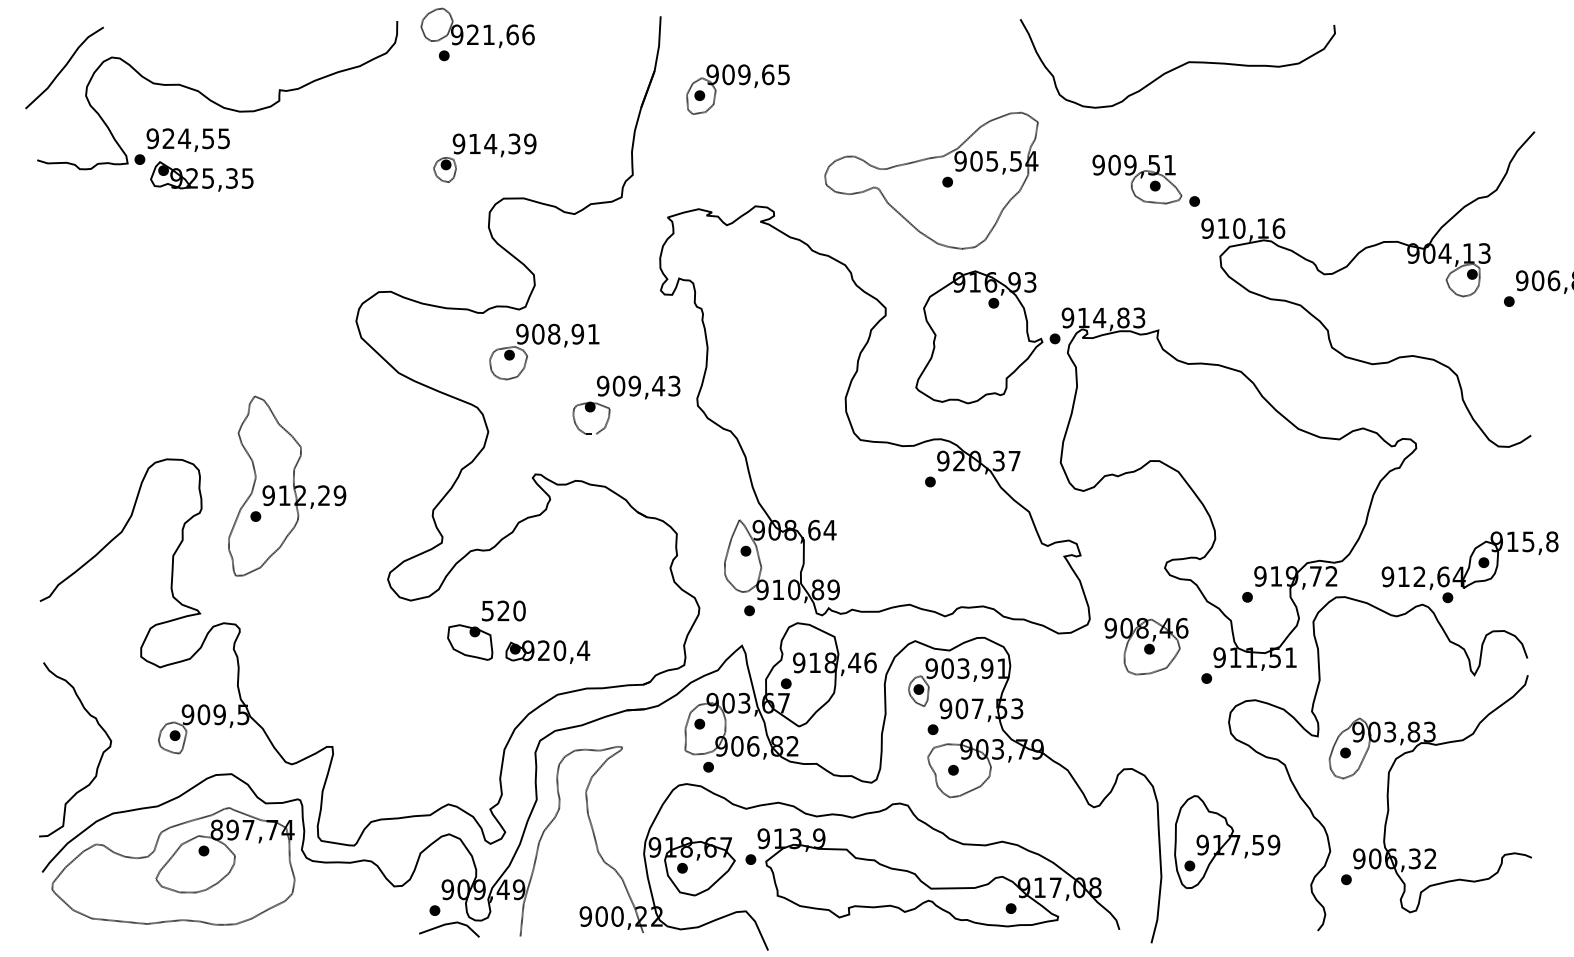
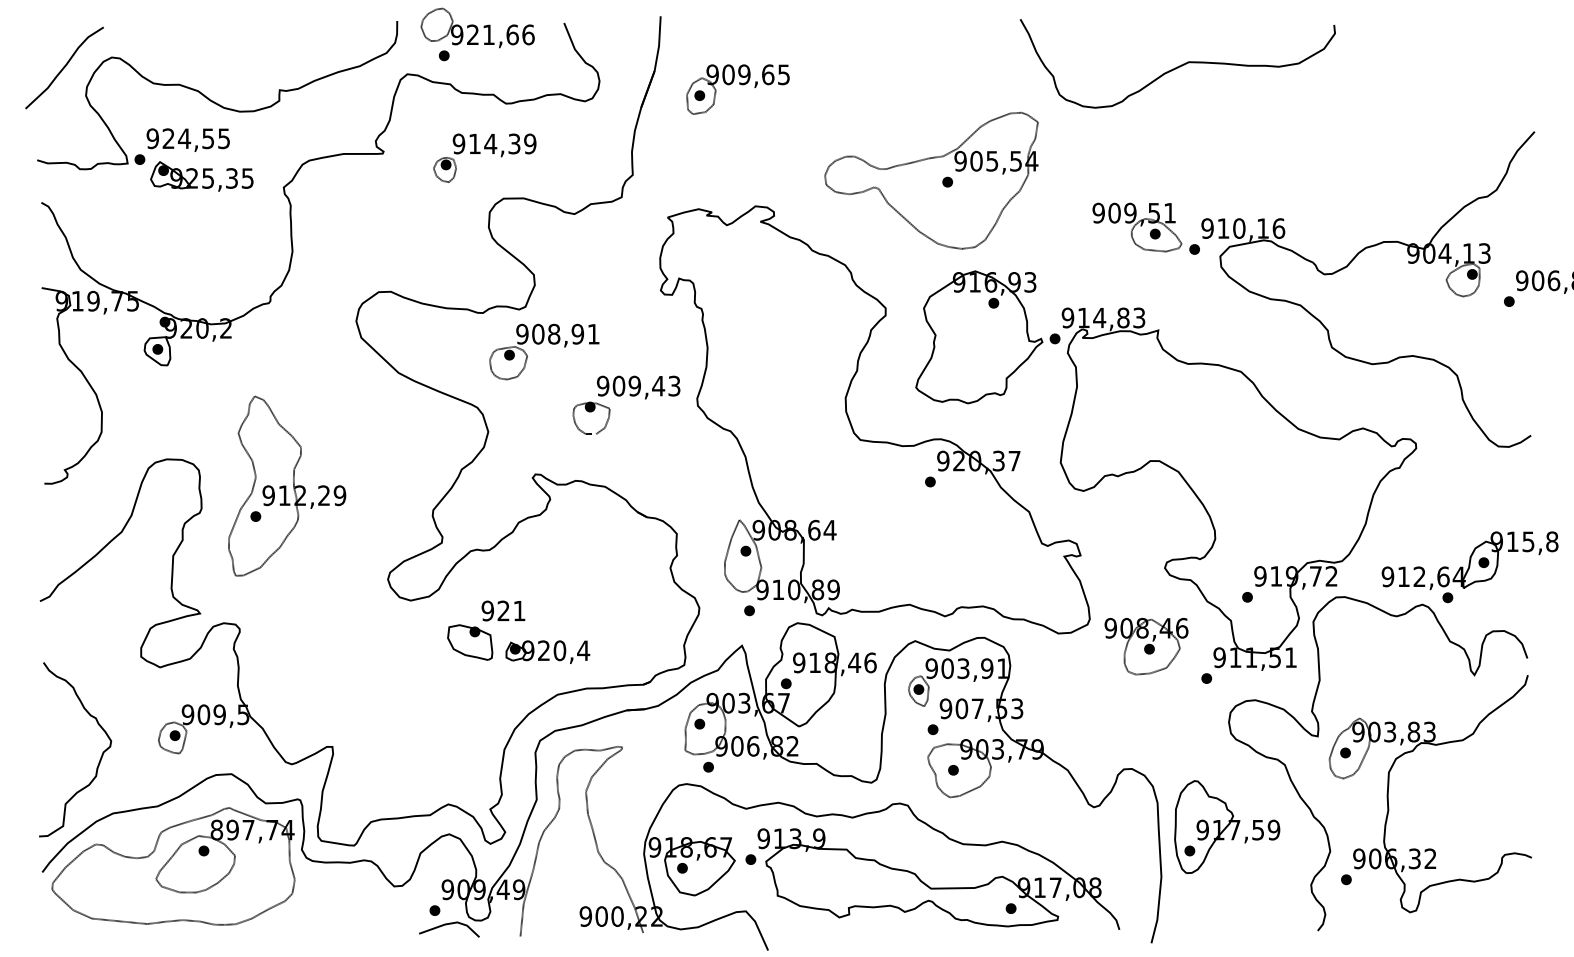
part at (1145, 180) position: (1145, 180) -> (1145, 228)
part at (293, 253): none -> present
text at (503, 610): 520 -> 921
part at (1227, 841) position: (1227, 841) -> (1227, 826)
